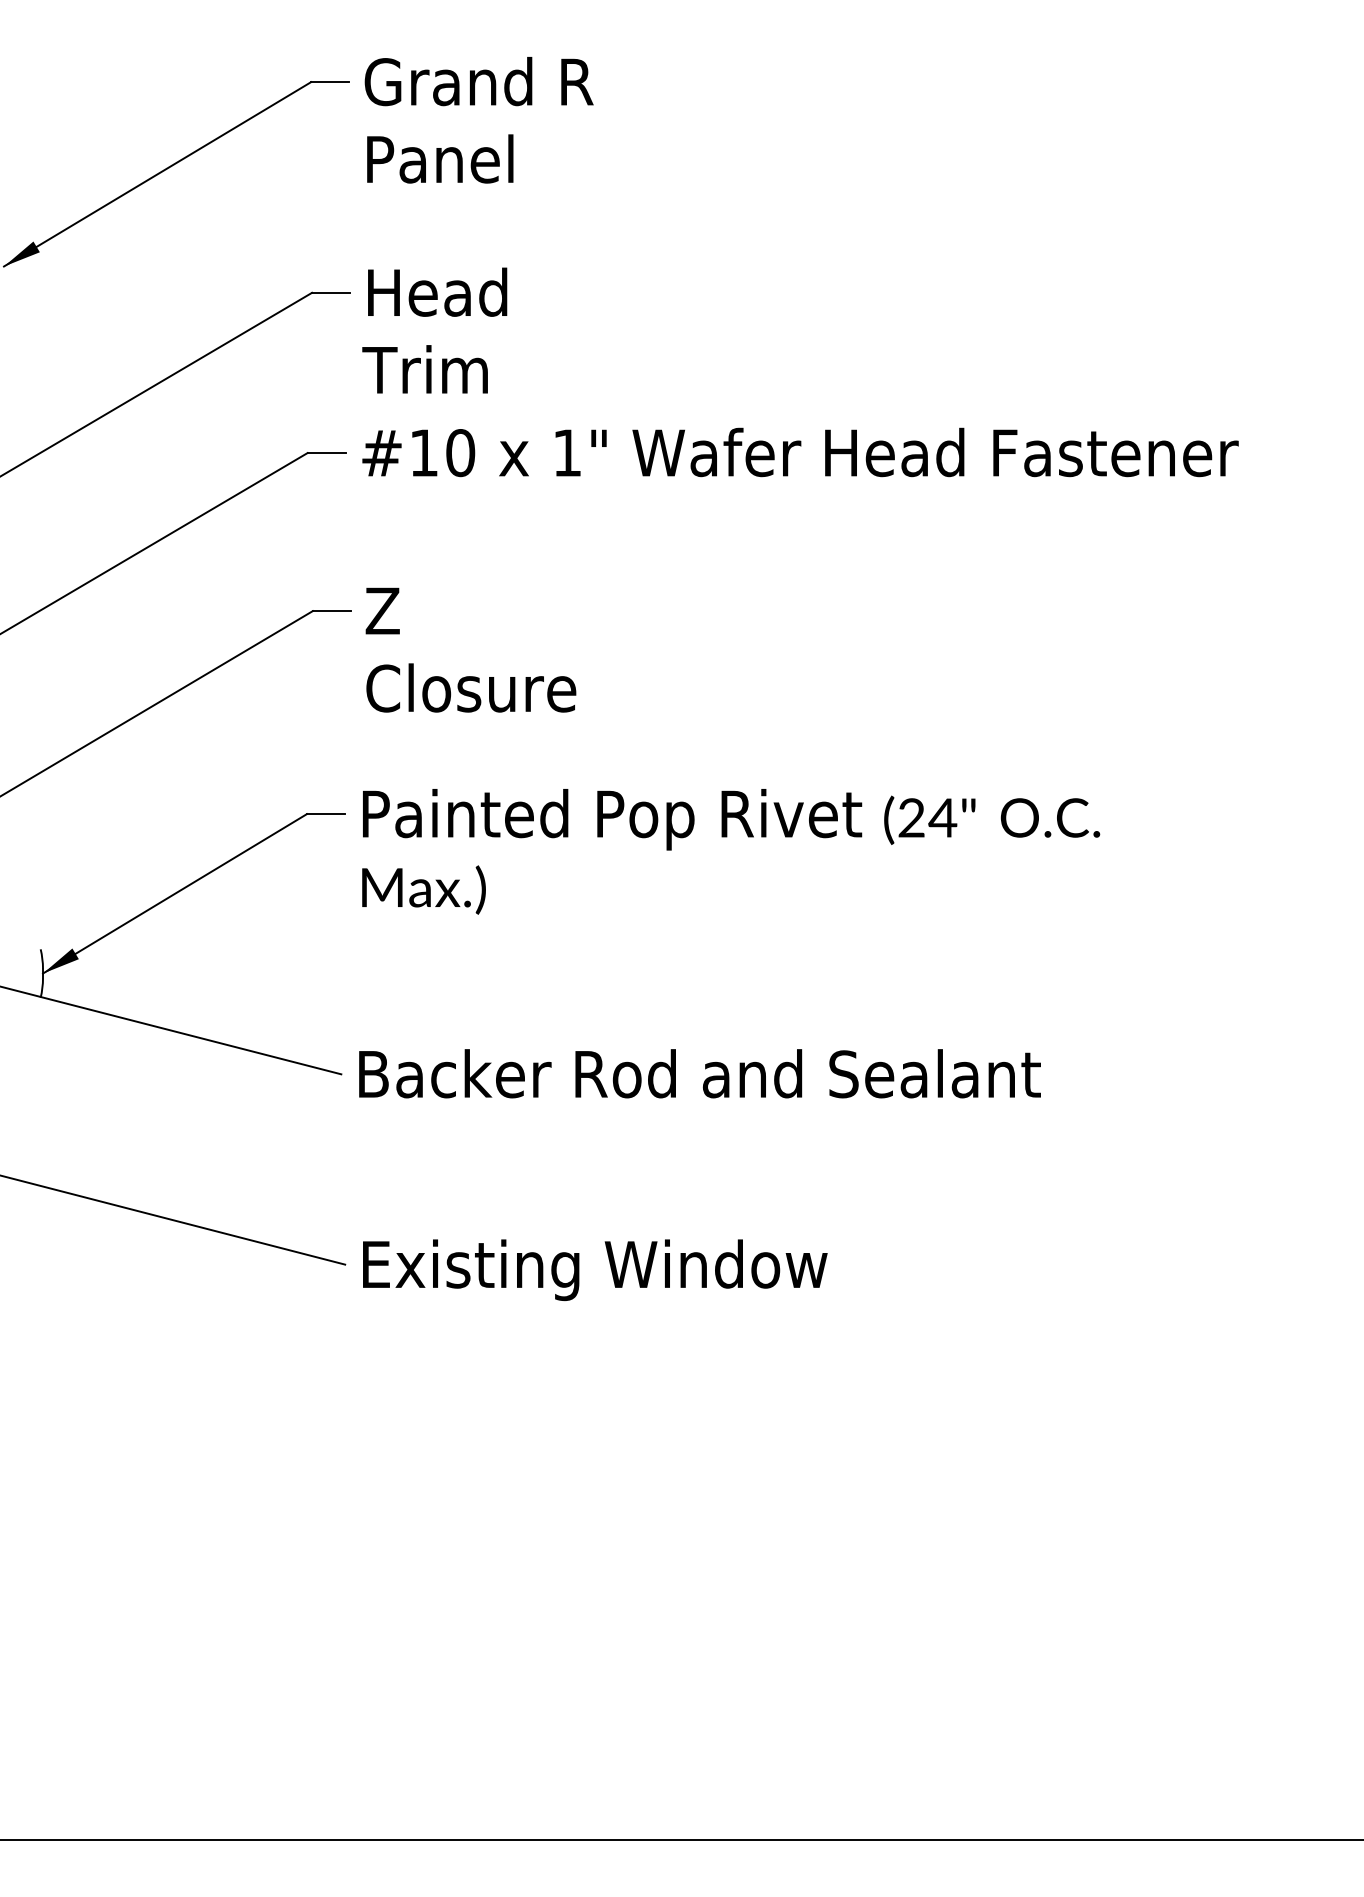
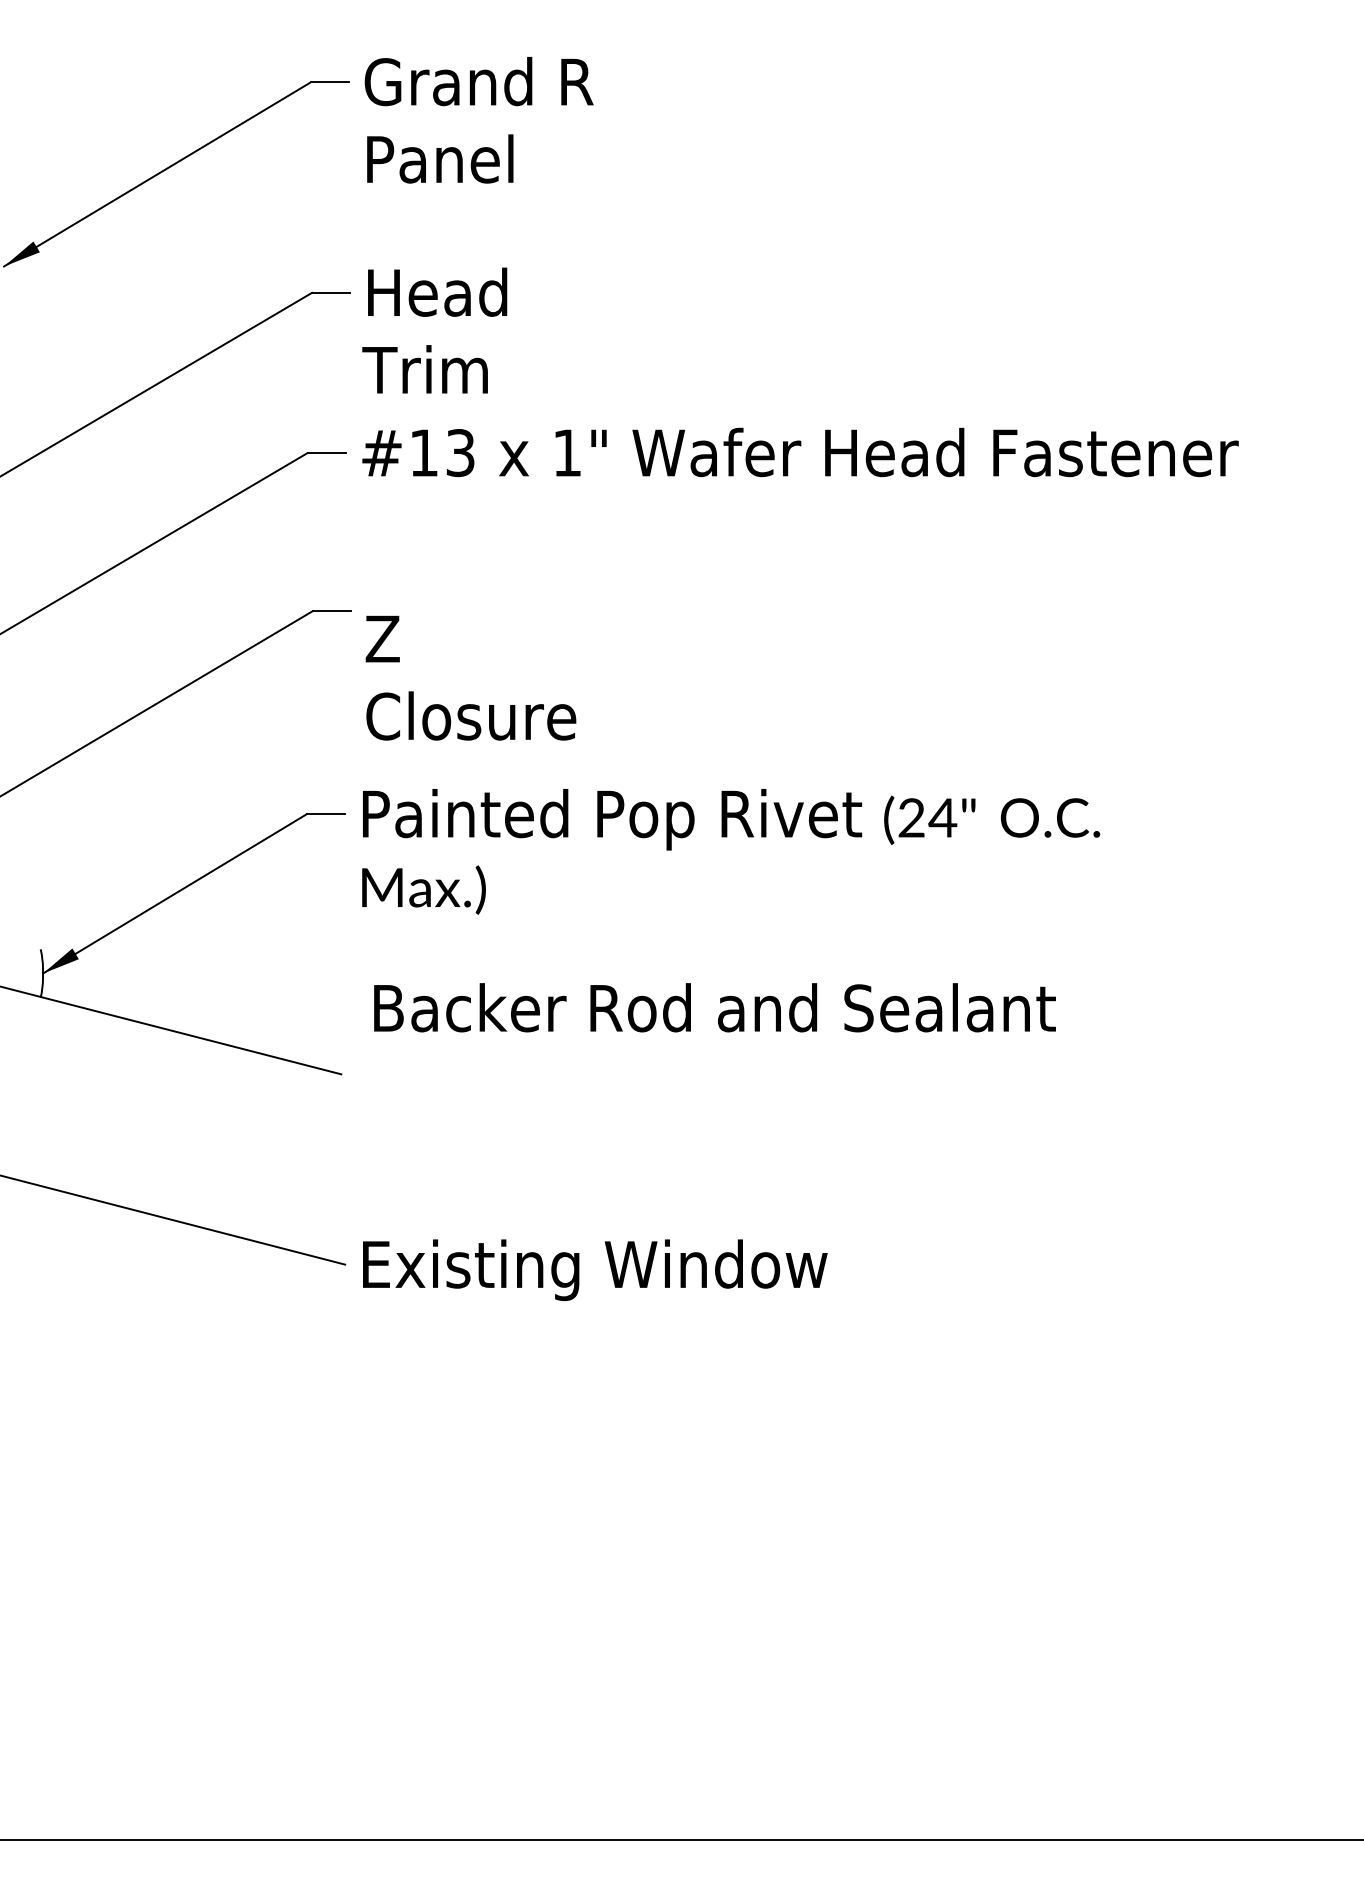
text at (460, 453): #10 -> #13
text at (470, 649) position: (470, 649) -> (470, 677)
text at (699, 1073) position: (699, 1073) -> (714, 1007)
